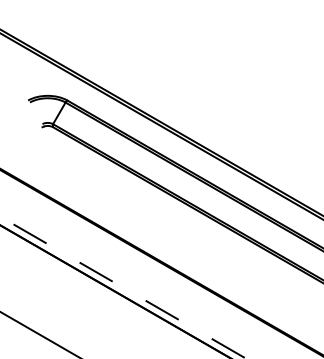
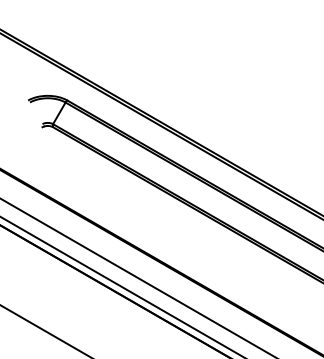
line at (137, 277): none -> present
line at (123, 287): dashed -> solid
line at (39, 334) position: (39, 334) -> (44, 330)
